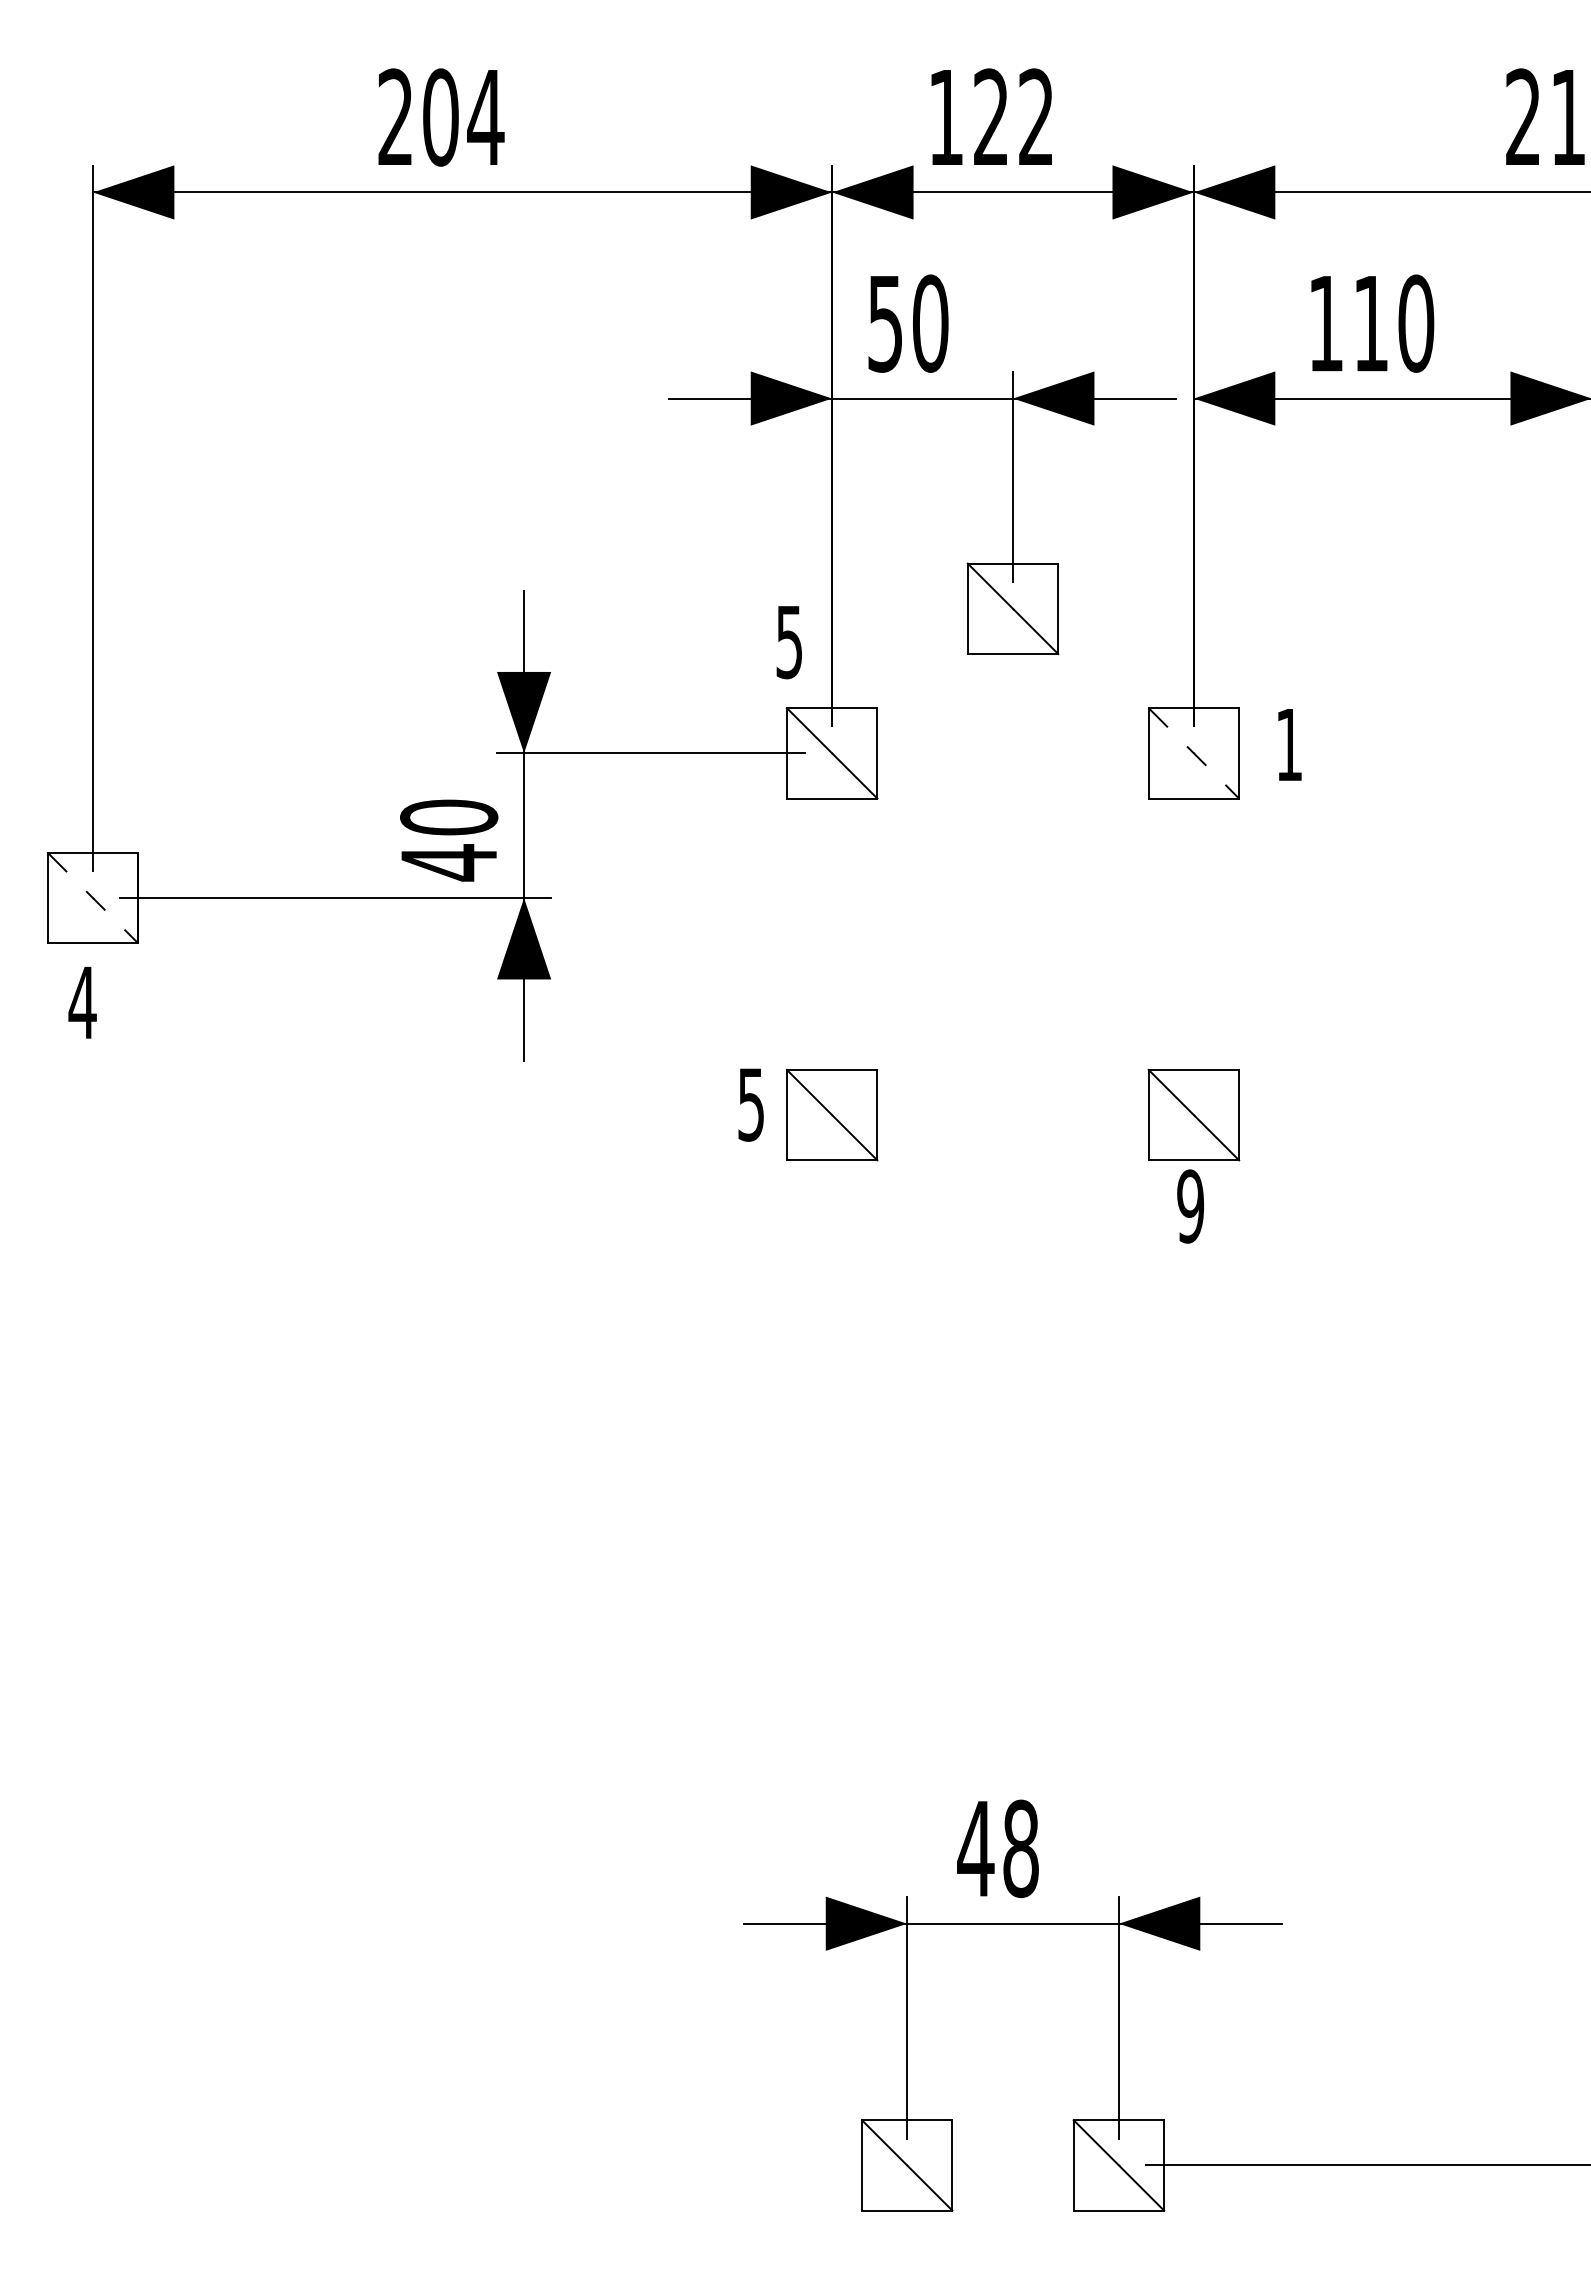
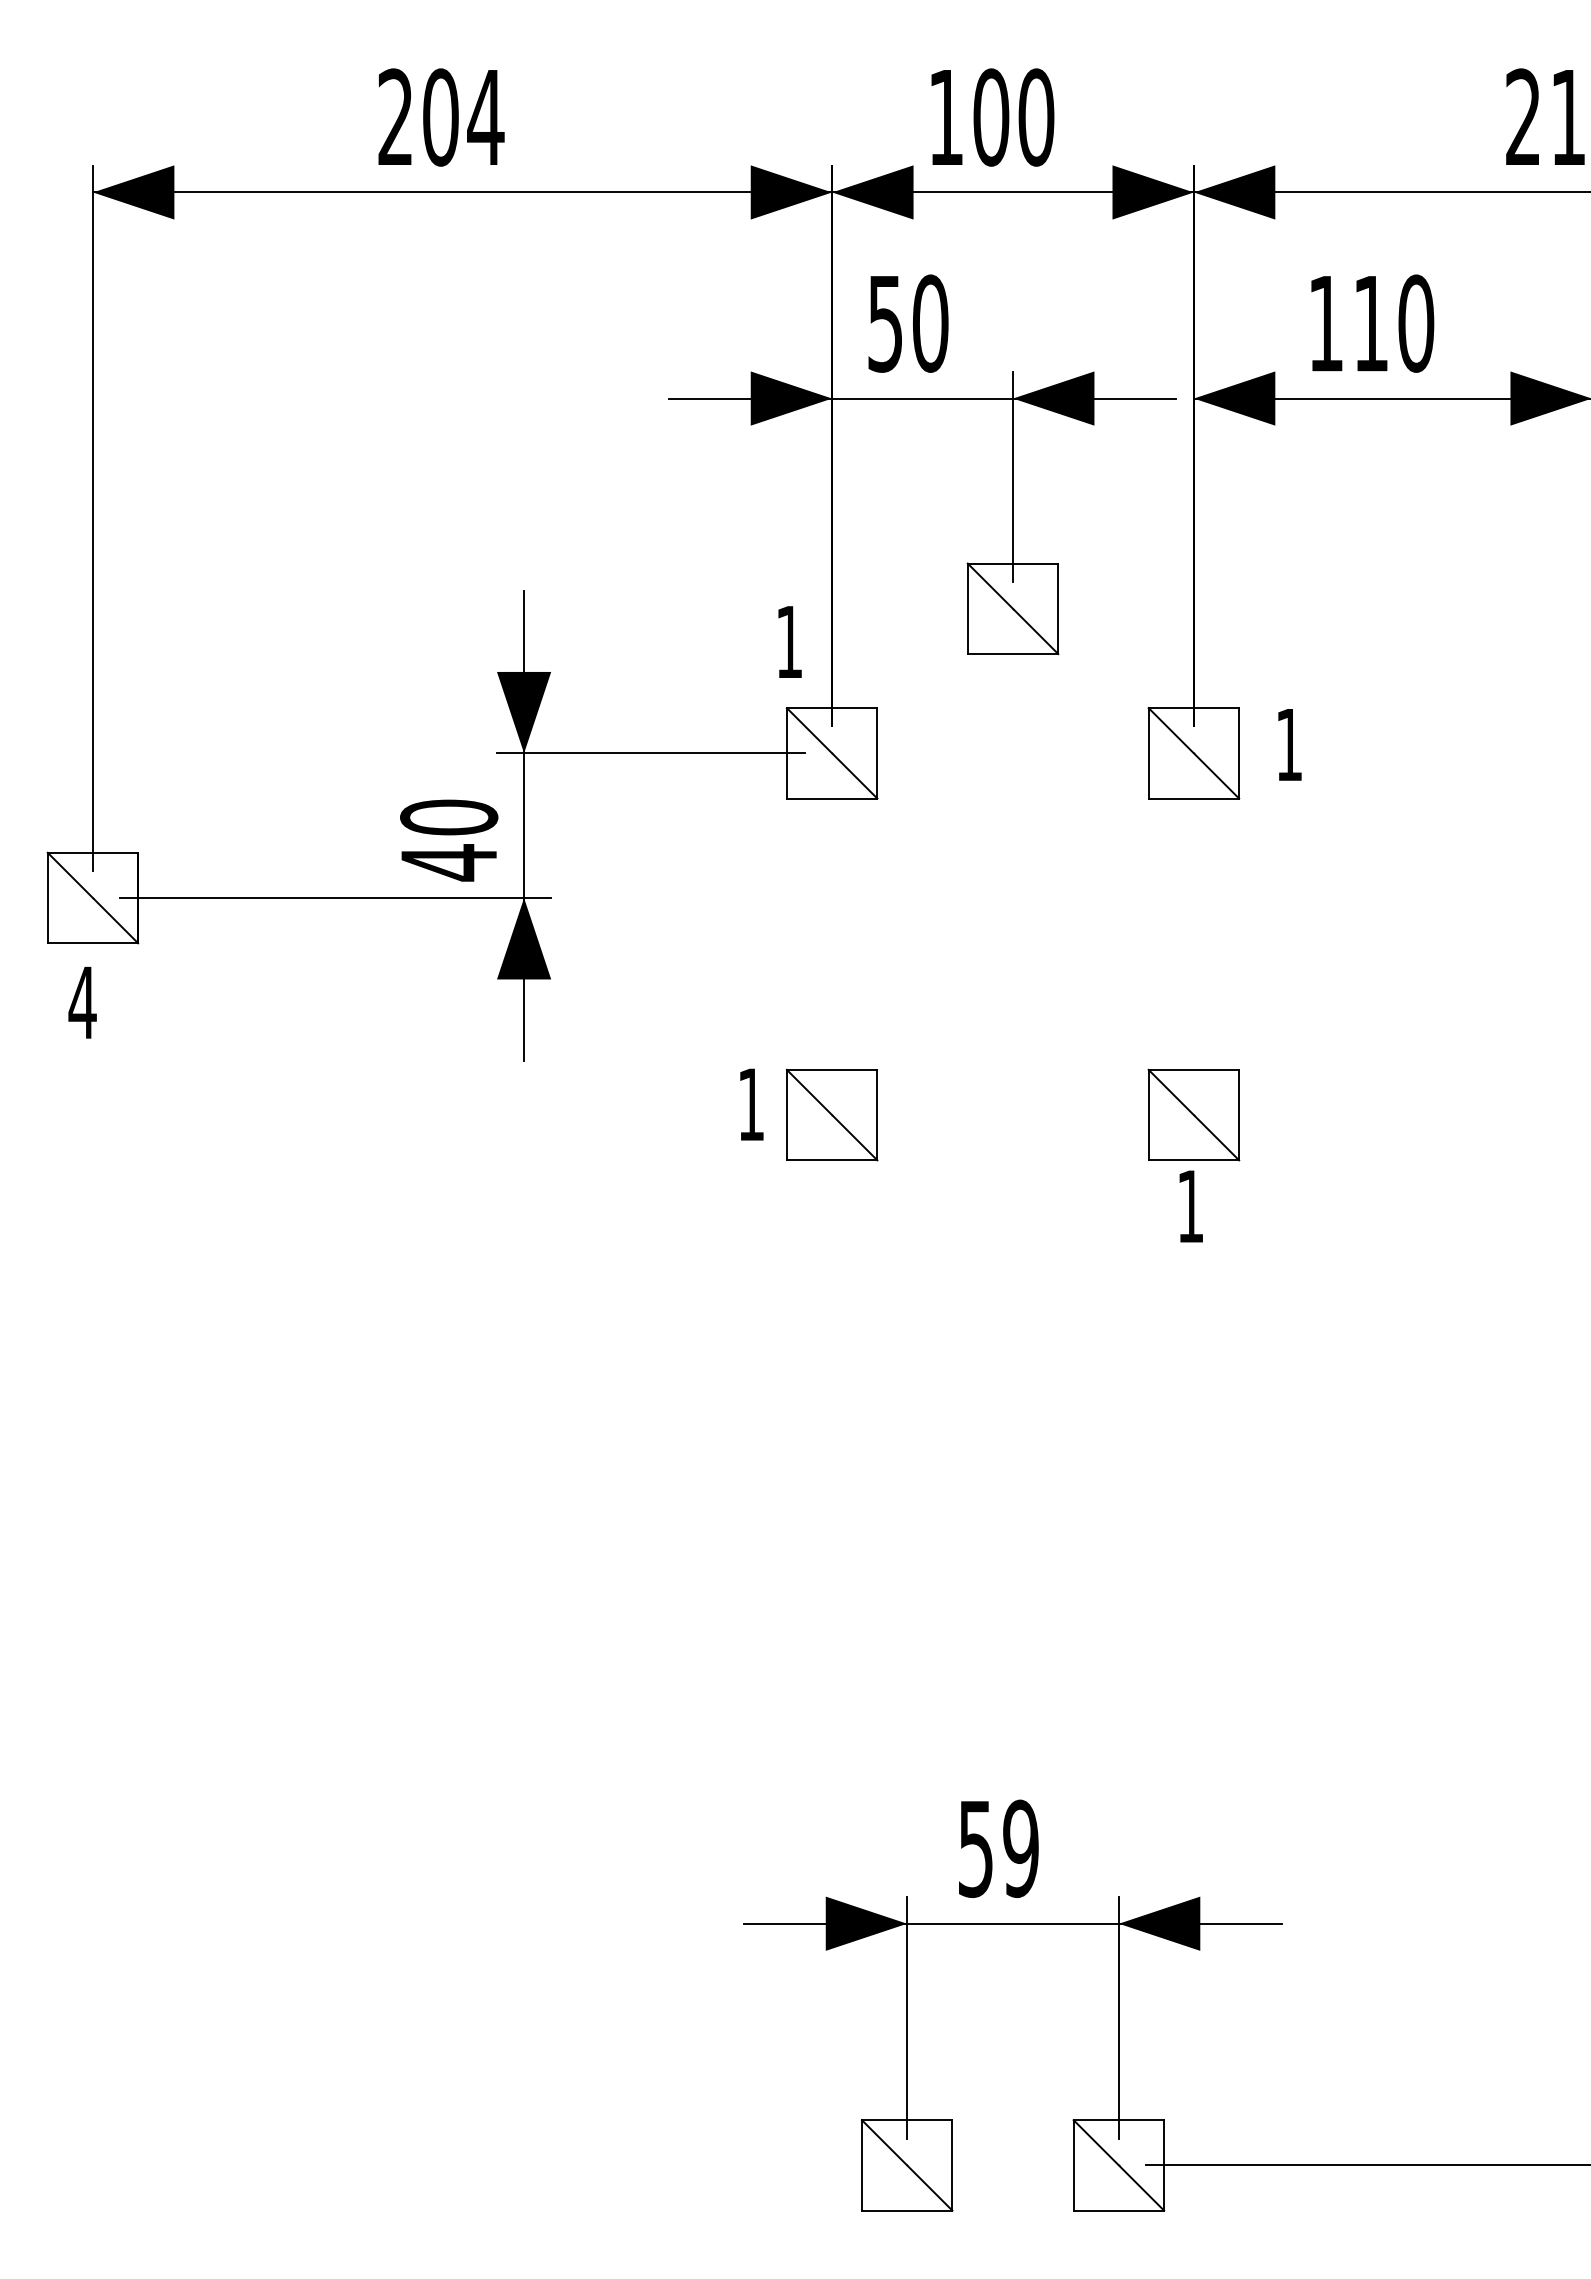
text at (1013, 117): 122 -> 100
text at (788, 642): 5 -> 1
line at (1193, 753): dashed -> solid
line at (92, 898): dashed -> solid
text at (750, 1104): 5 -> 1
text at (1190, 1206): 9 -> 1
text at (997, 1848): 48 -> 59
